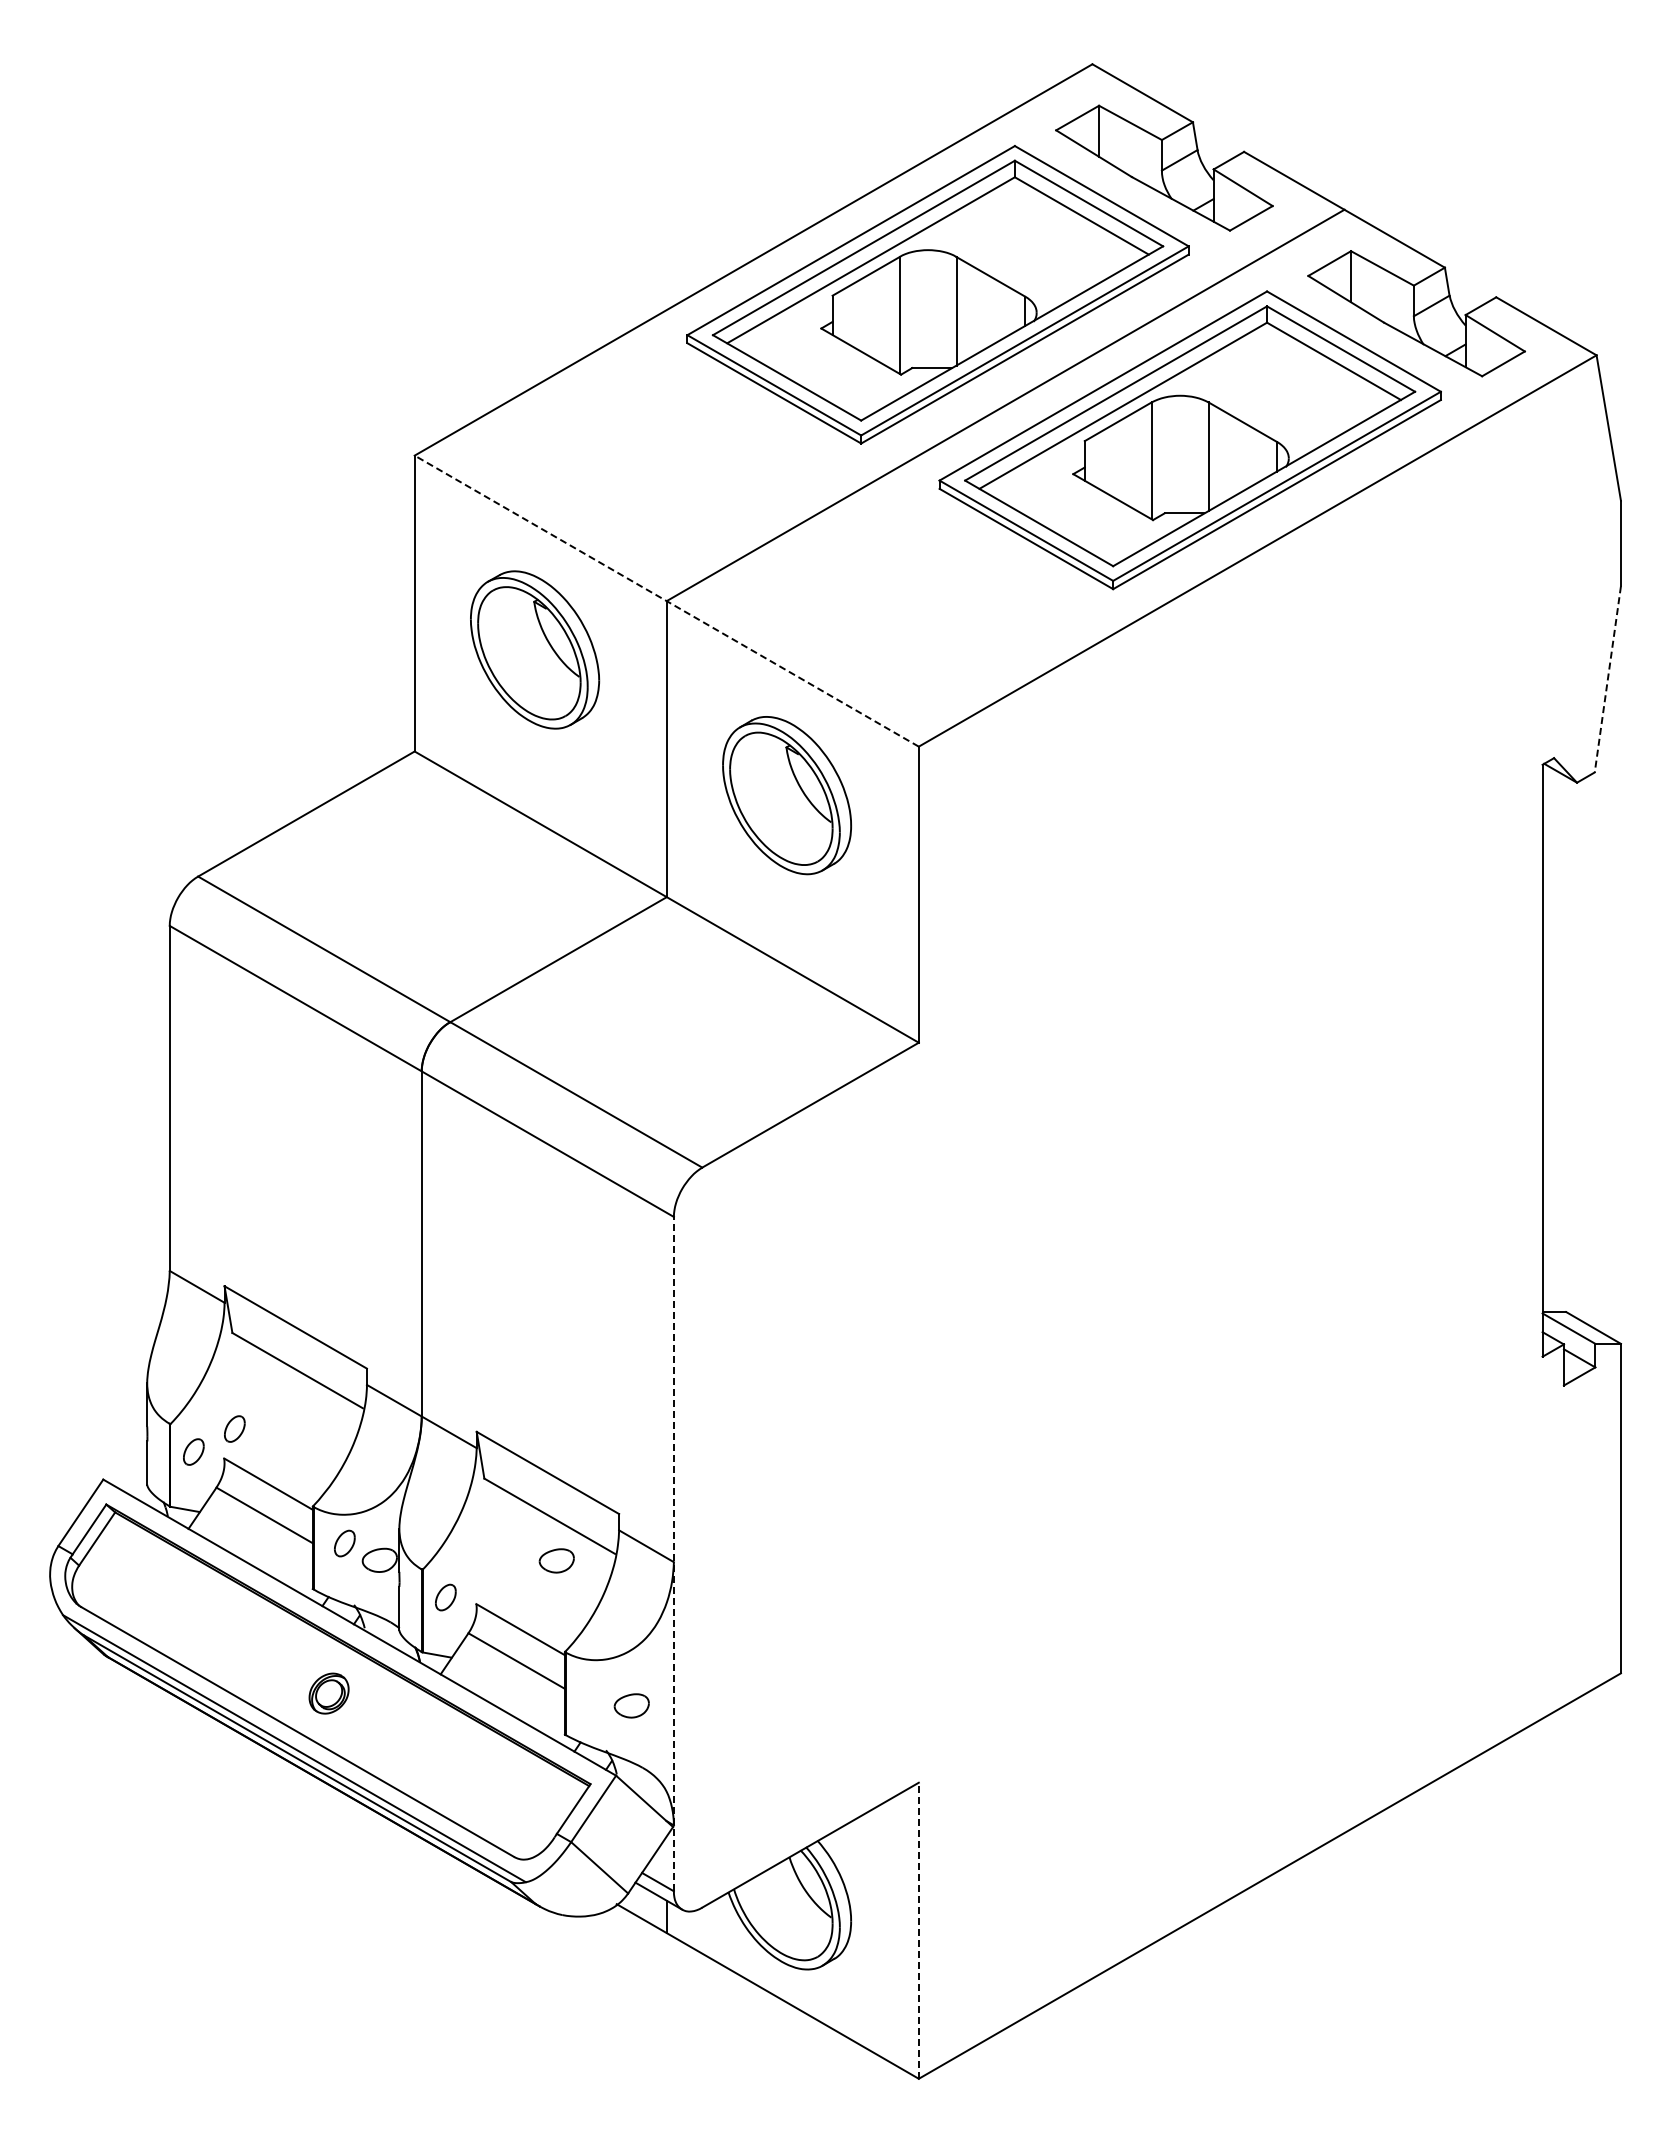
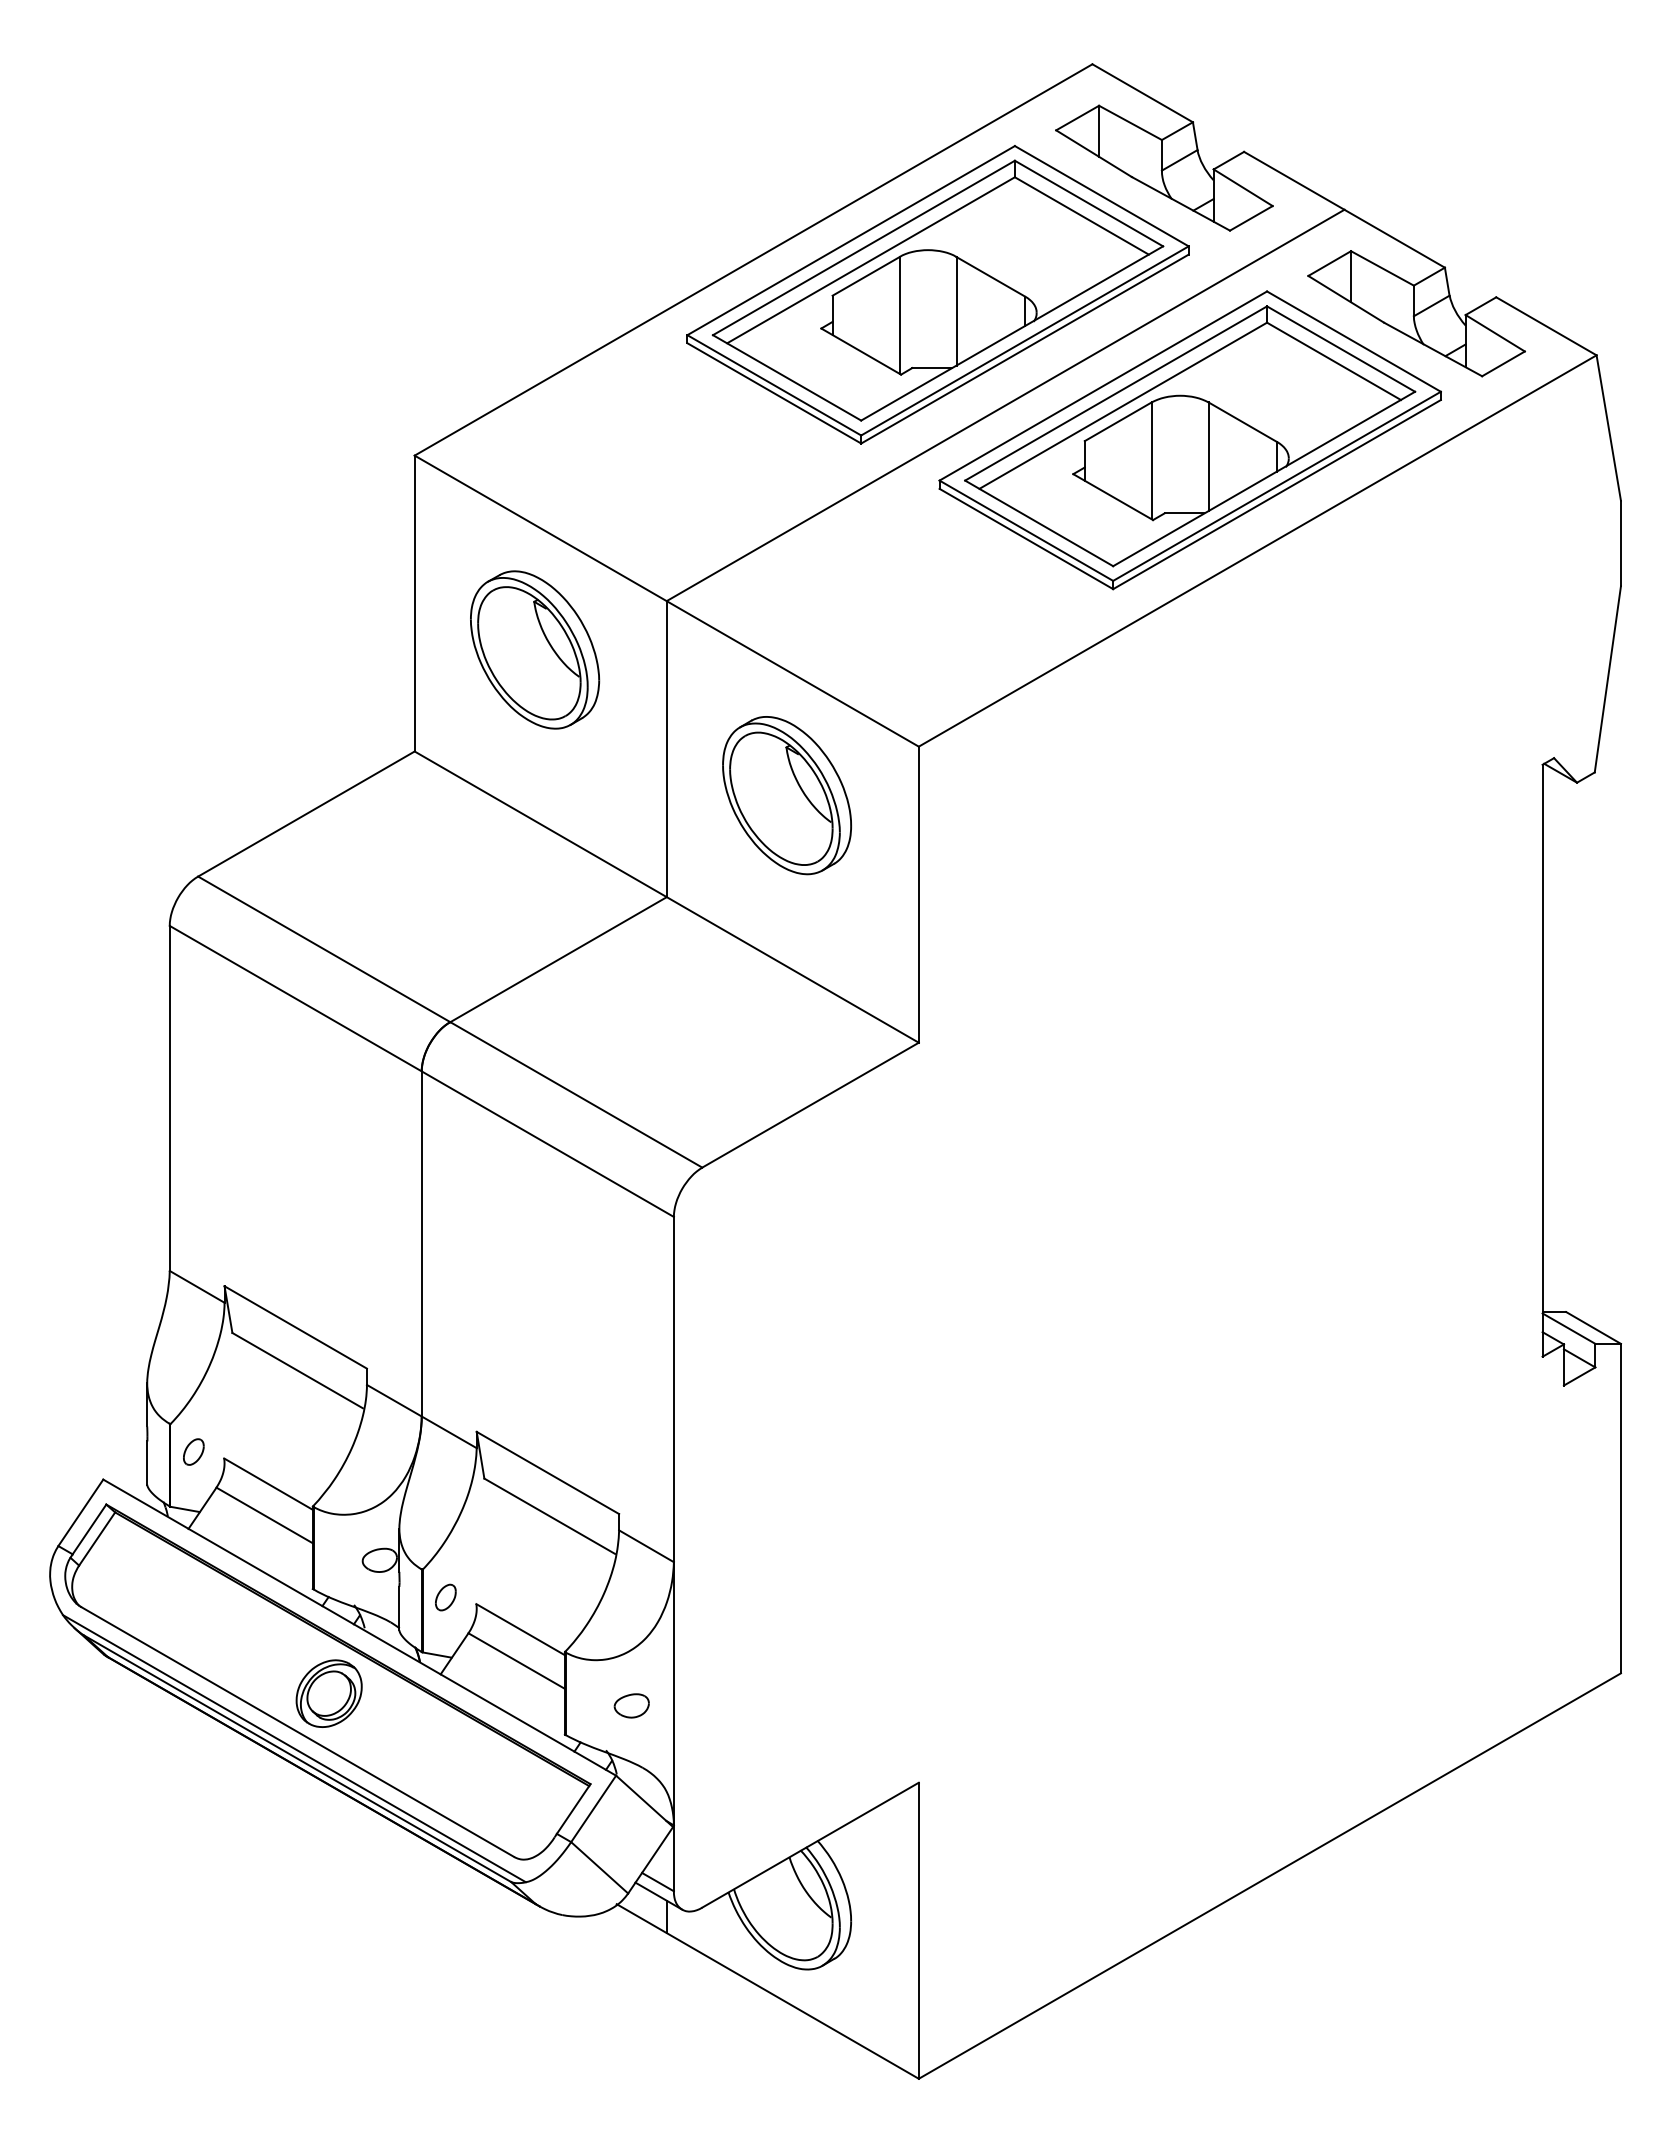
line at (666, 600): dashed -> solid
line at (1607, 679): dashed -> solid
part at (234, 1428): present -> none
part at (344, 1543): present -> none
line at (673, 1553): dashed -> solid
part at (556, 1560): present -> none
part at (328, 1693) size: 42x43 px -> 68x69 px
line at (918, 1930): dashed -> solid
